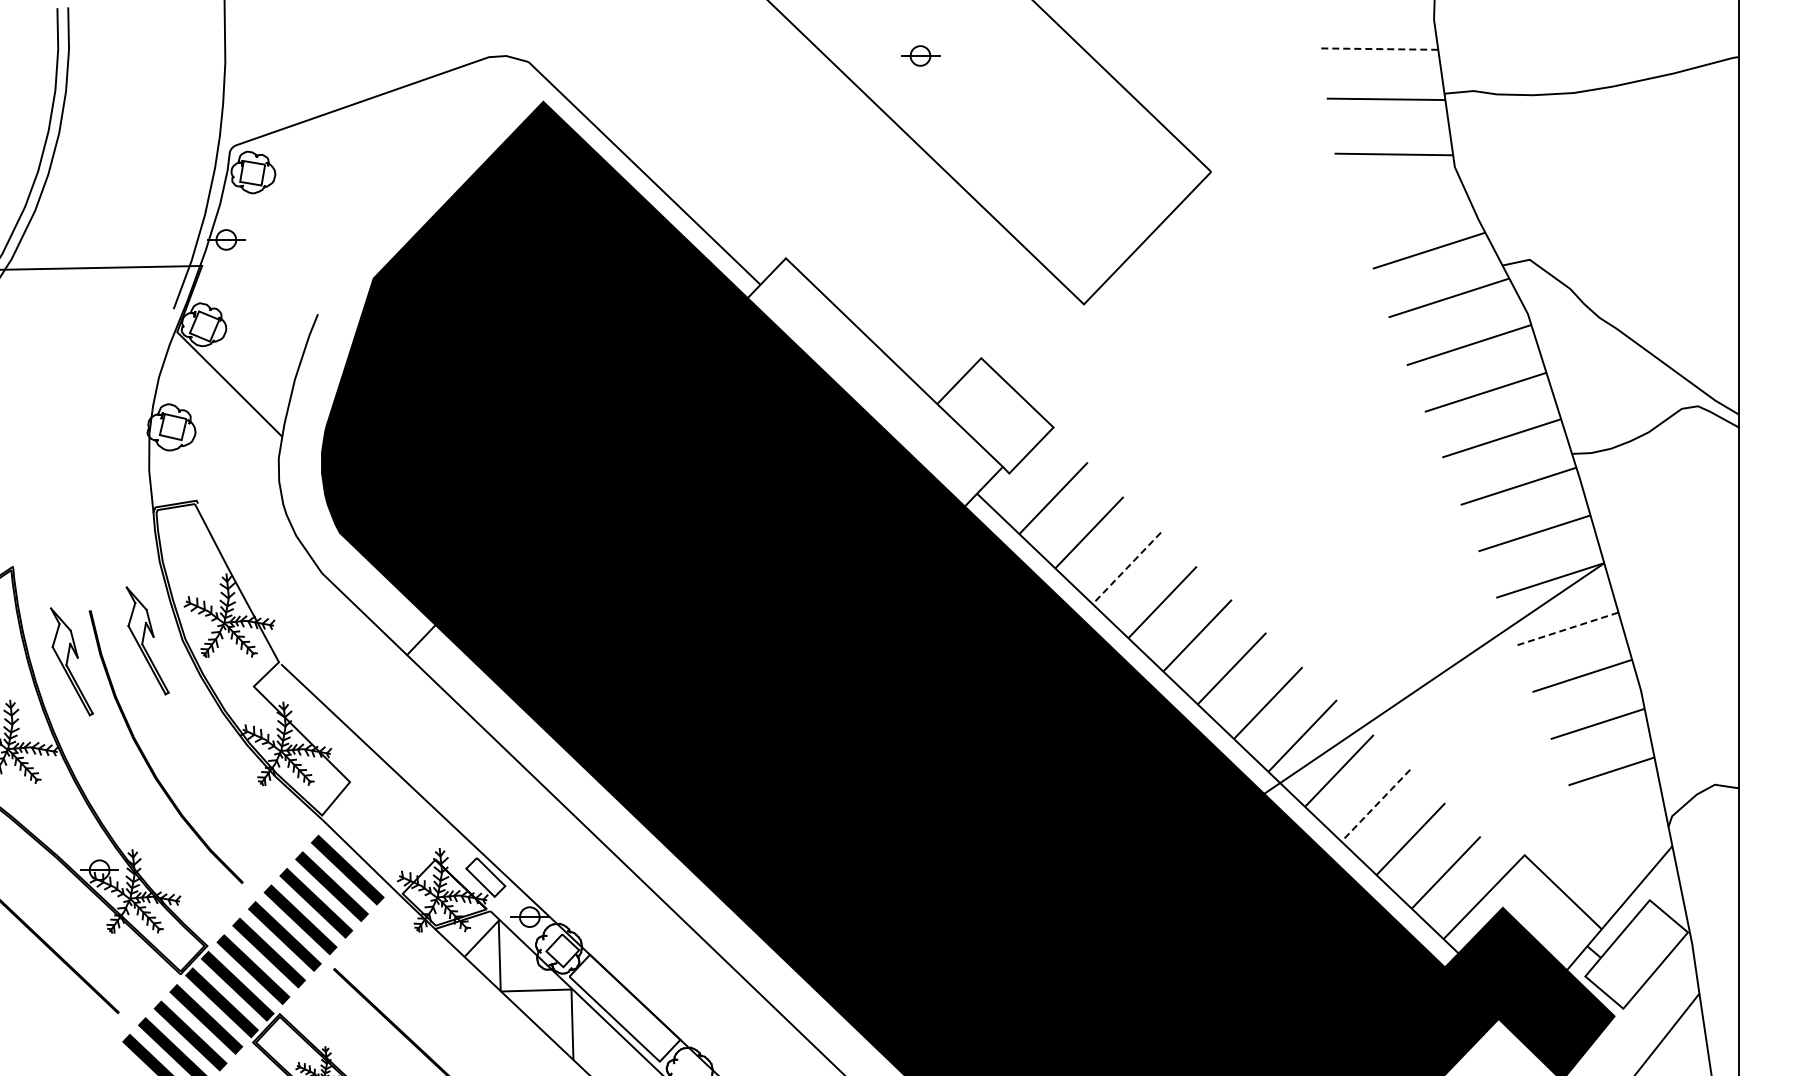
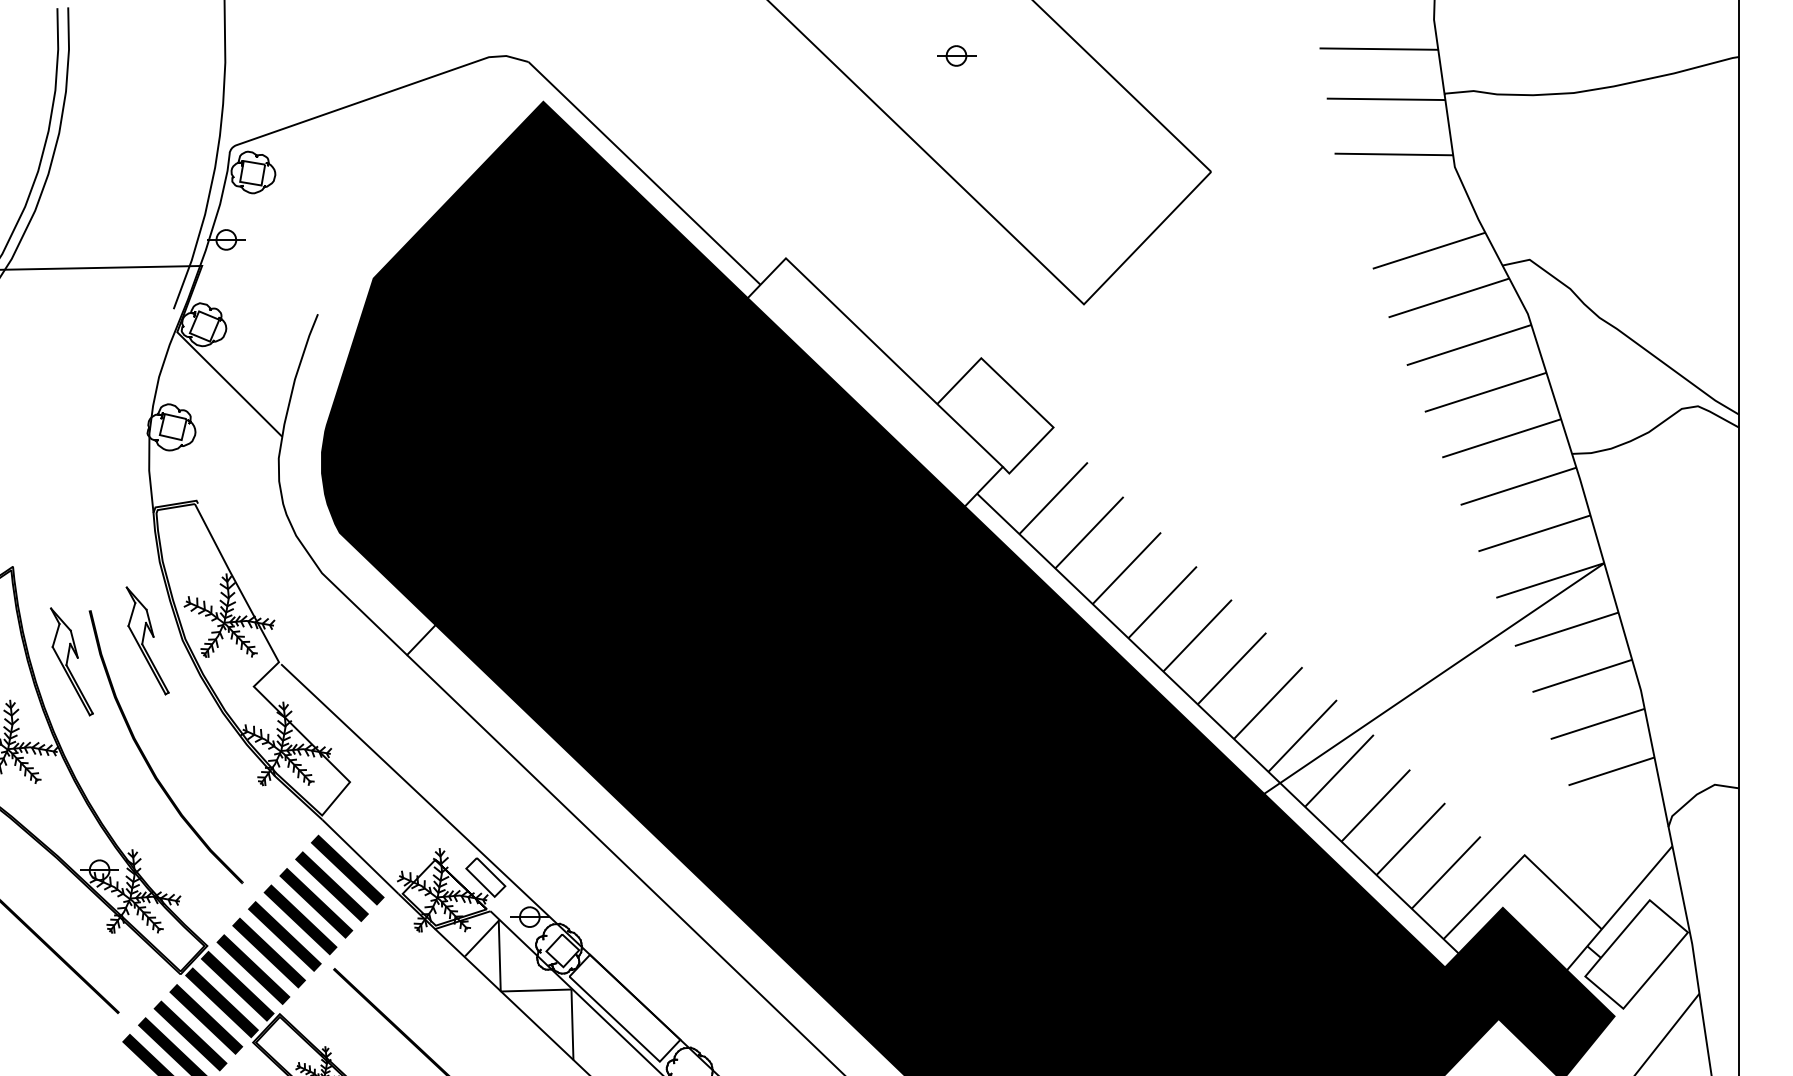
line at (1378, 49): dashed -> solid
part at (920, 55) position: (920, 55) -> (956, 55)
line at (1126, 568): dashed -> solid
line at (1566, 629): dashed -> solid
line at (1375, 805): dashed -> solid
